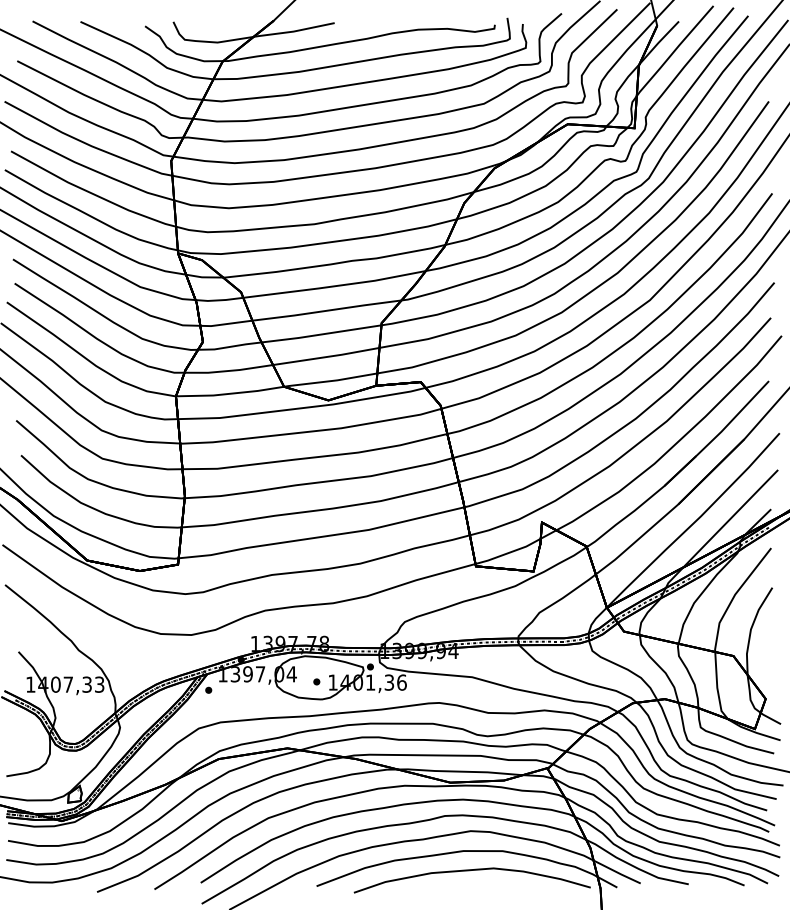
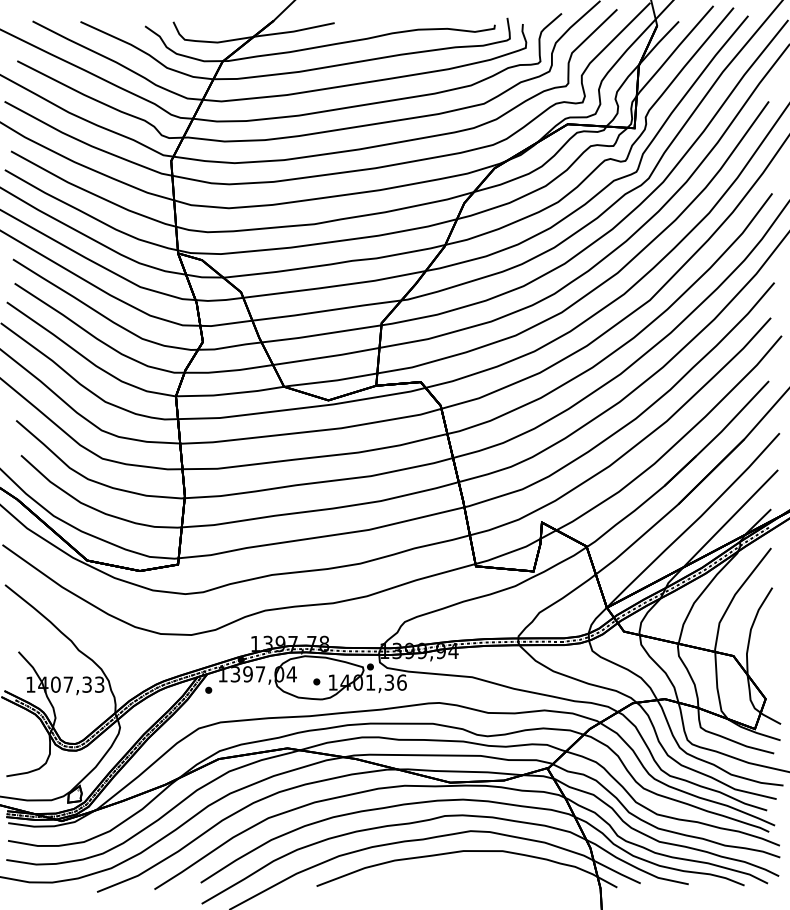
curve at (470, 871): present -> none
